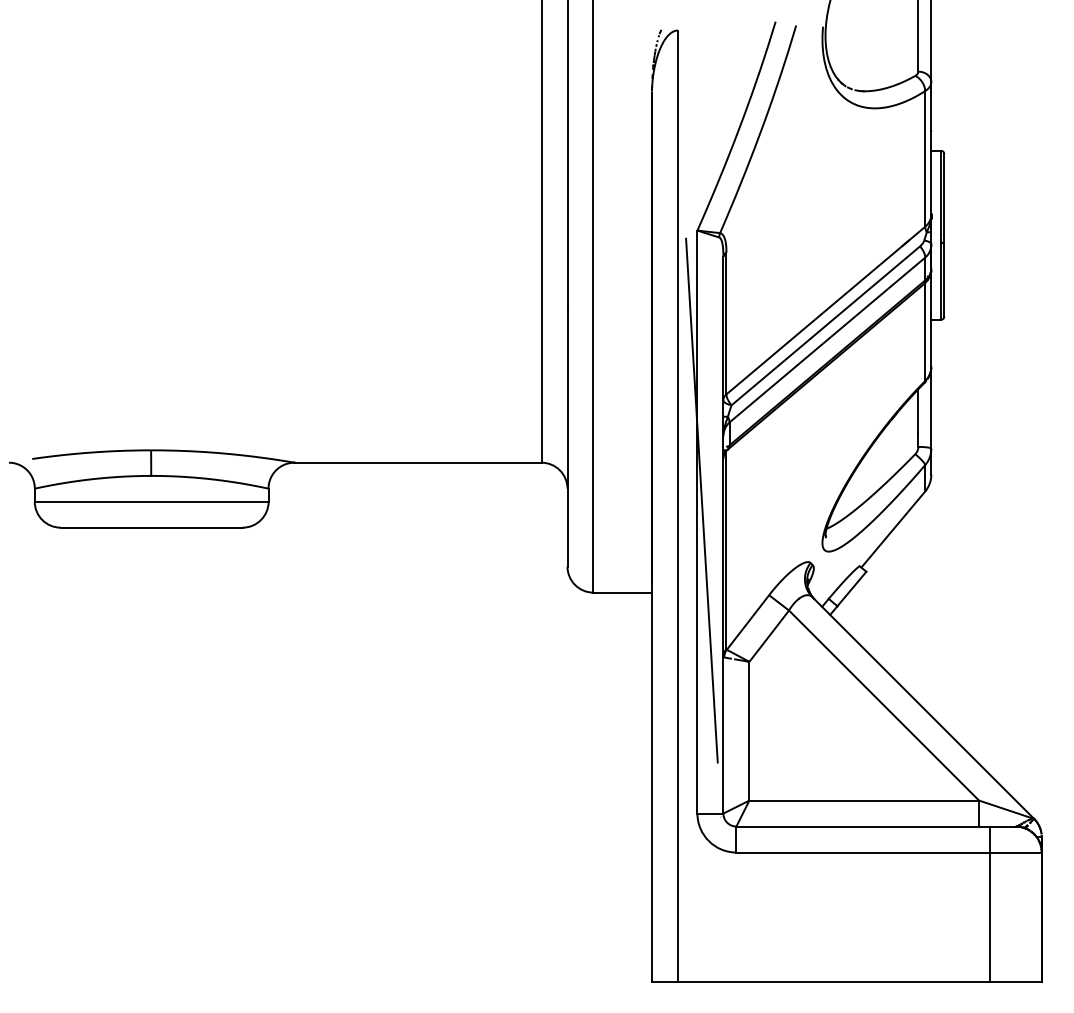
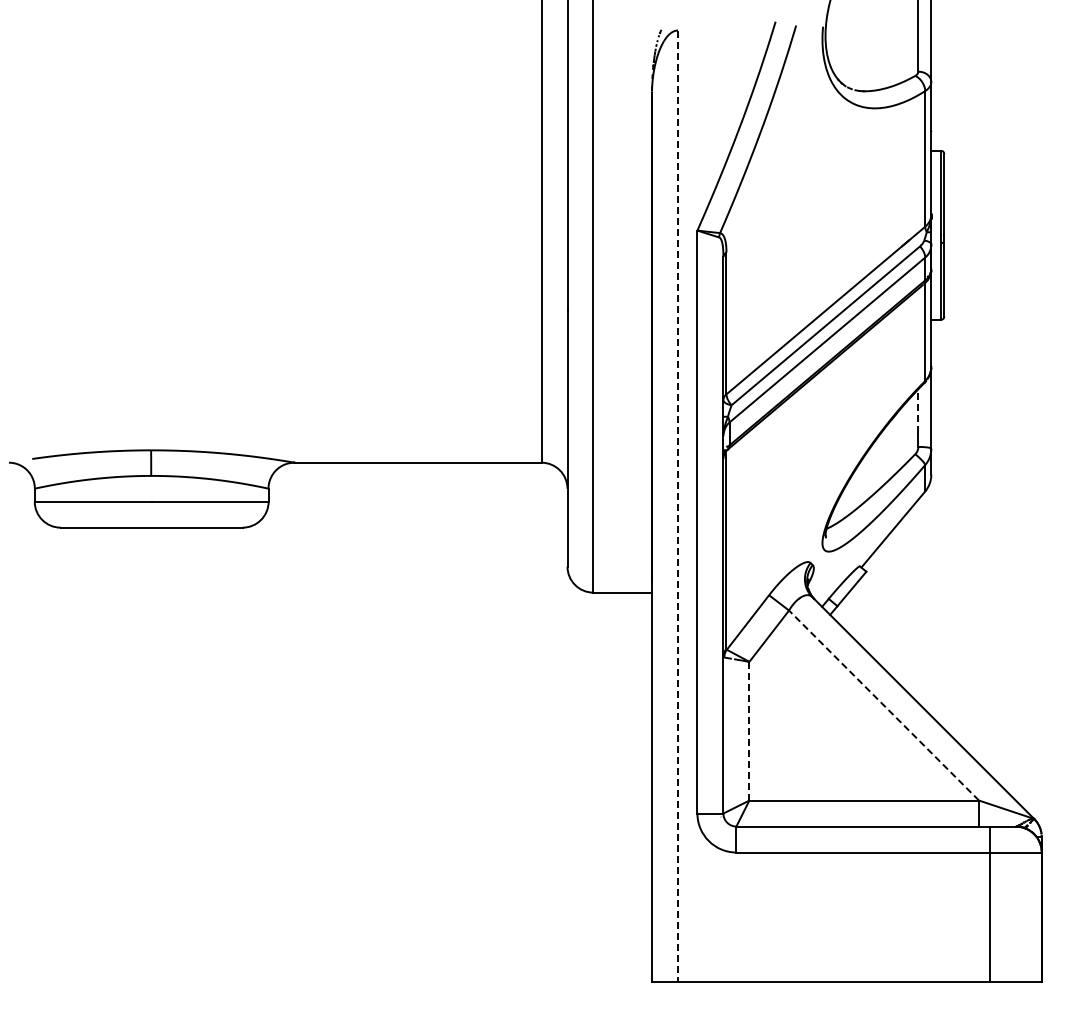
line at (918, 410): solid -> dashed
line at (701, 500): present -> none
line at (677, 506): solid -> dashed
line at (883, 705): solid -> dashed
line at (749, 731): solid -> dashed
